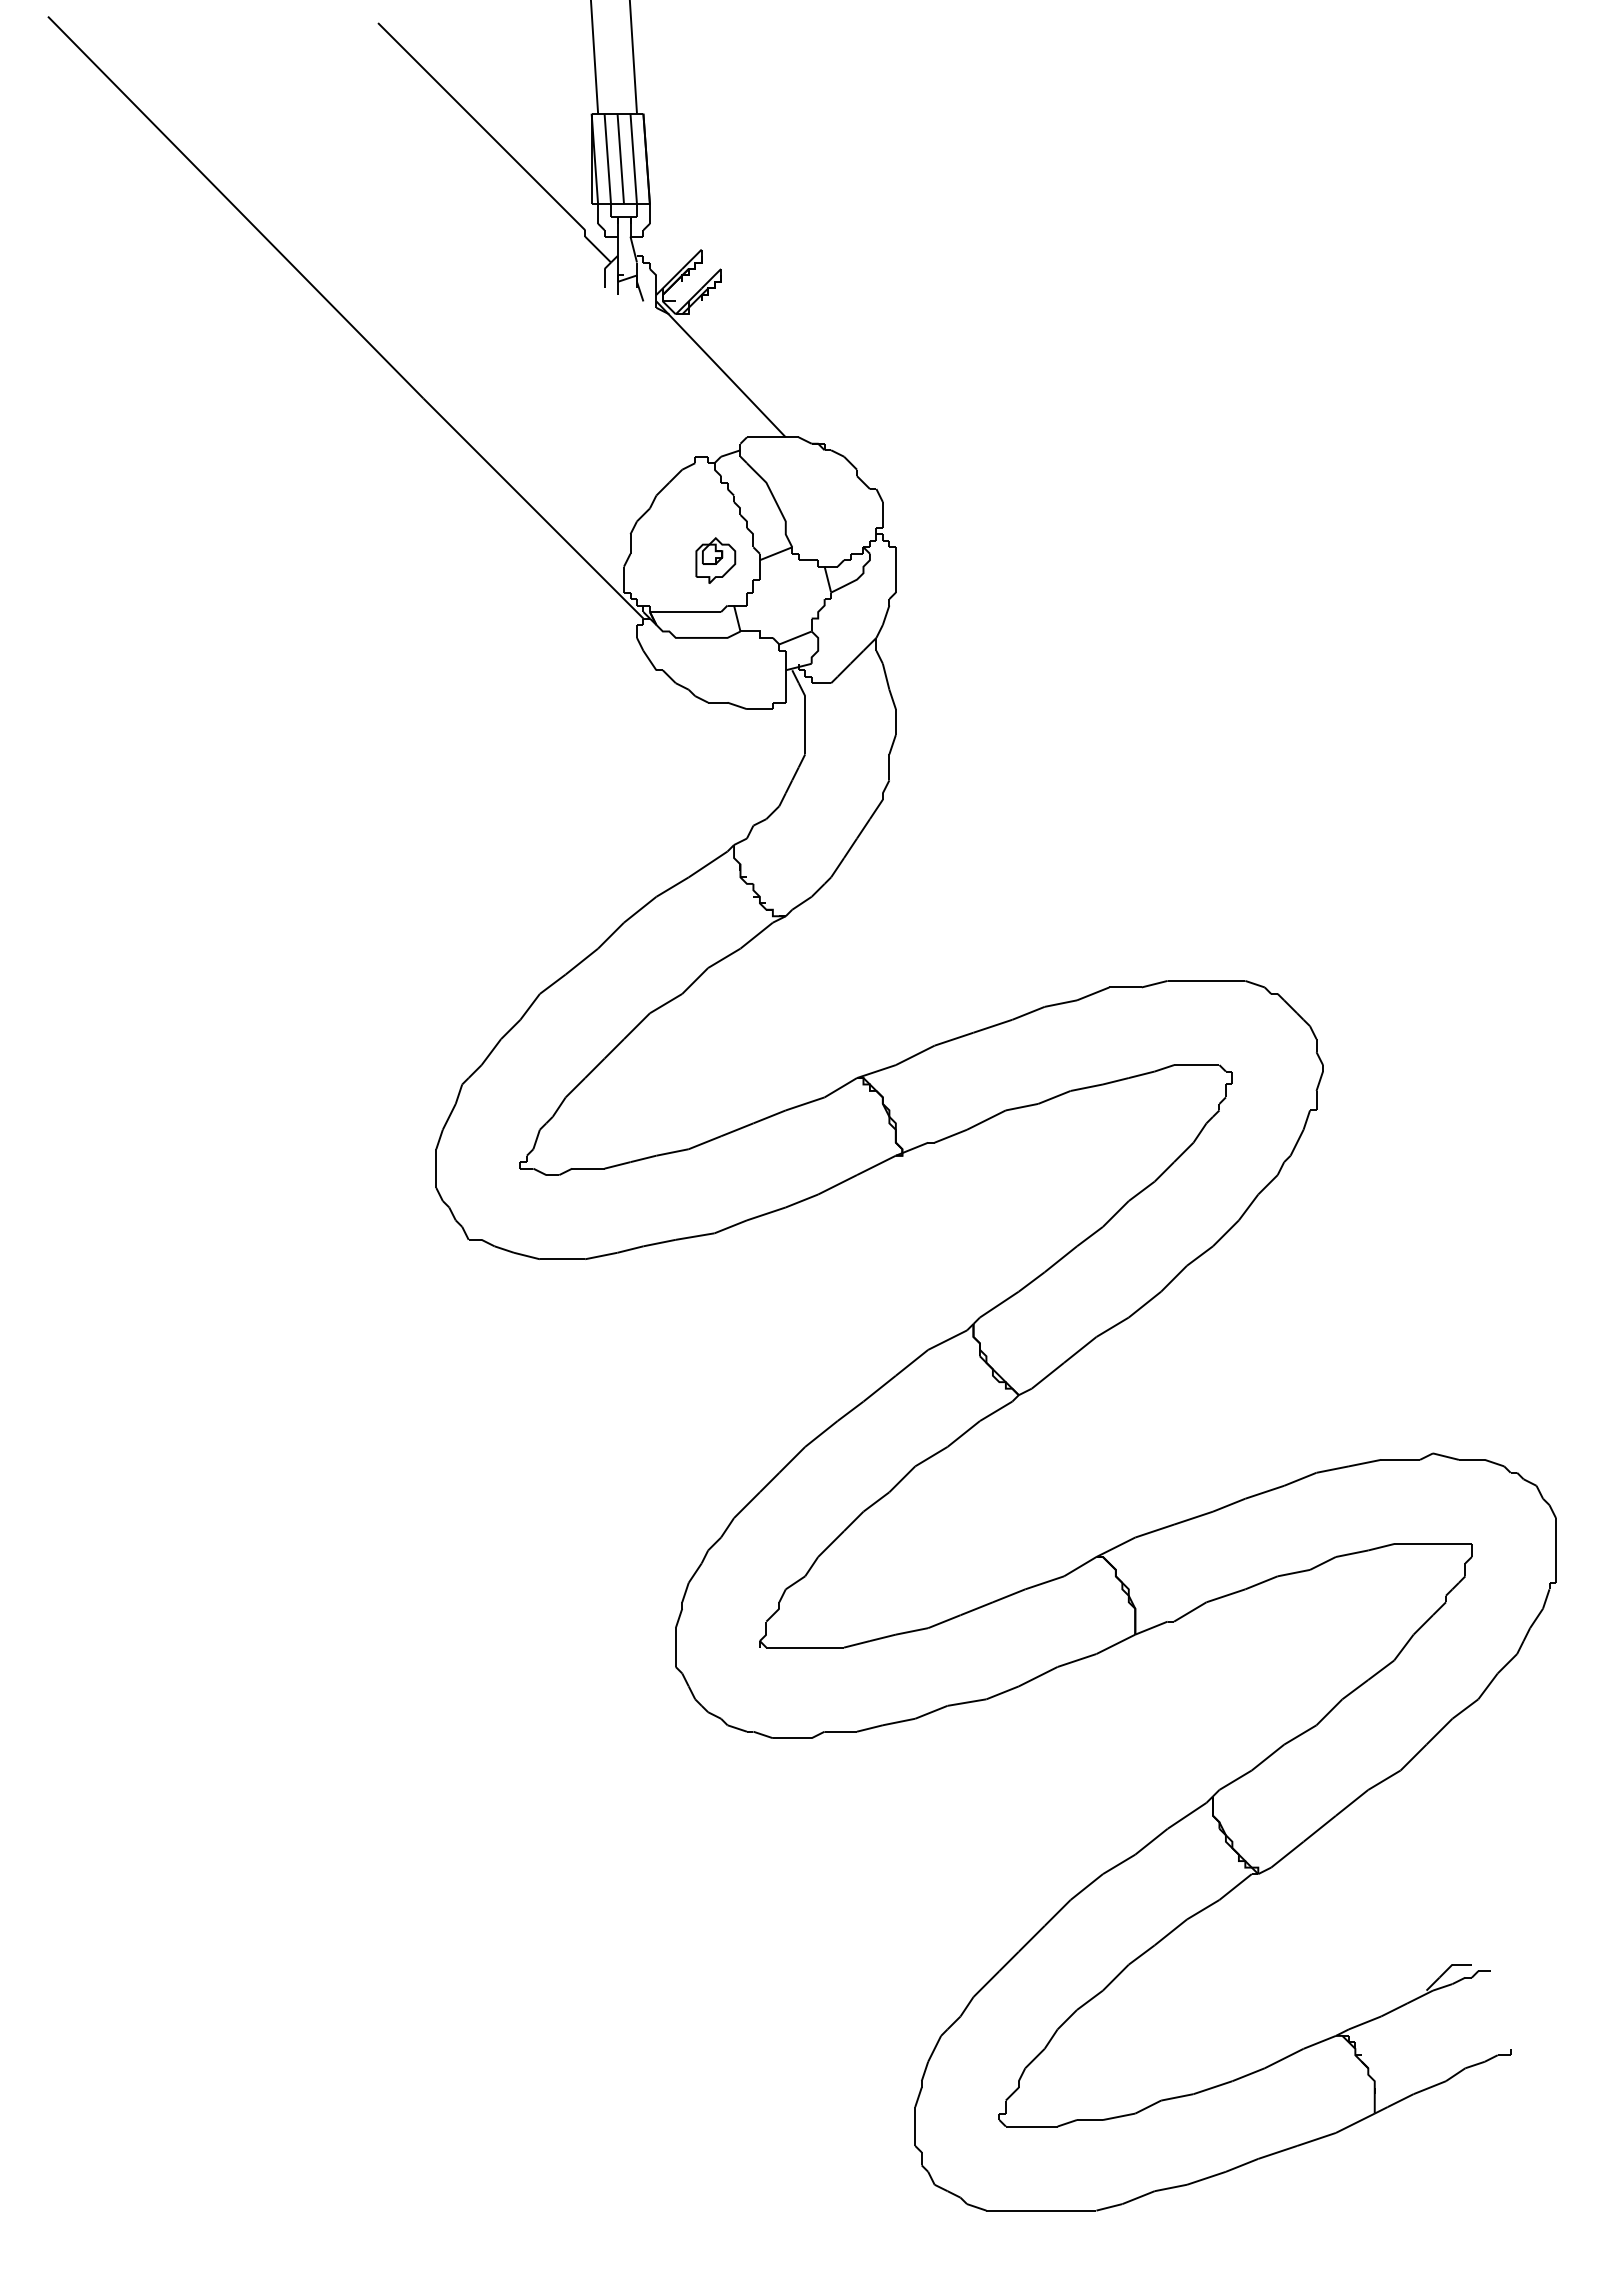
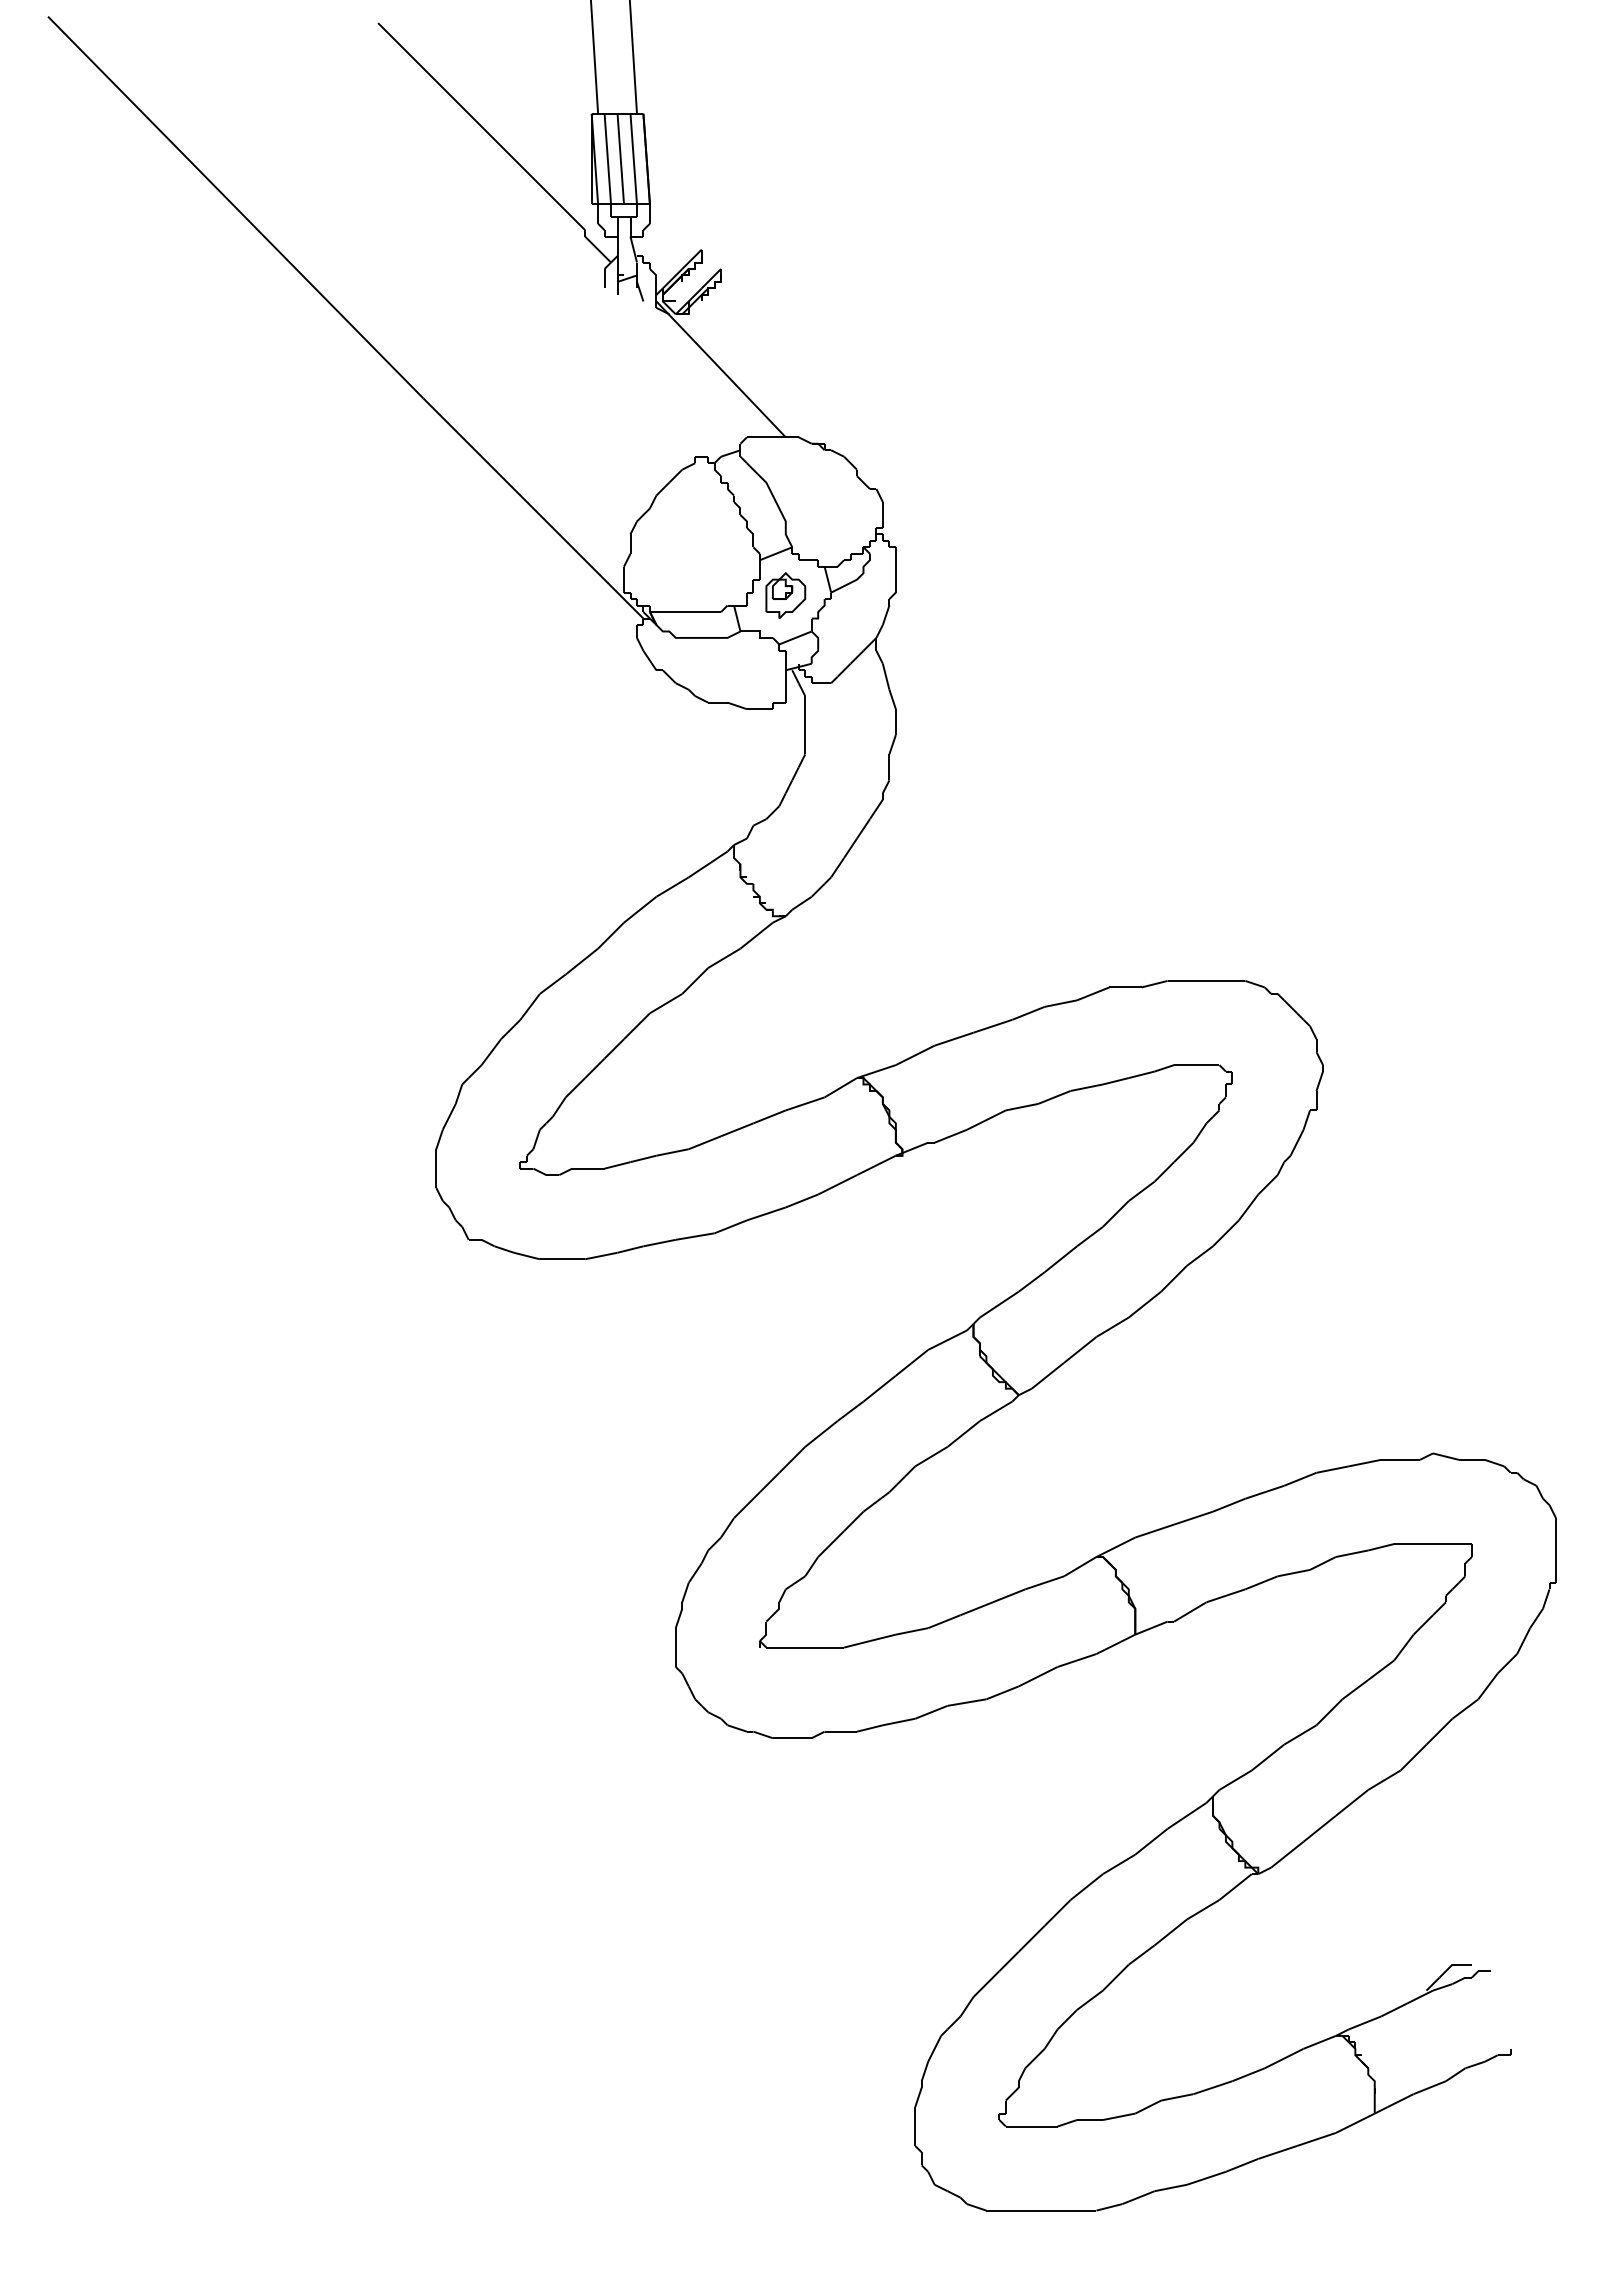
part at (715, 560) position: (715, 560) -> (785, 595)
